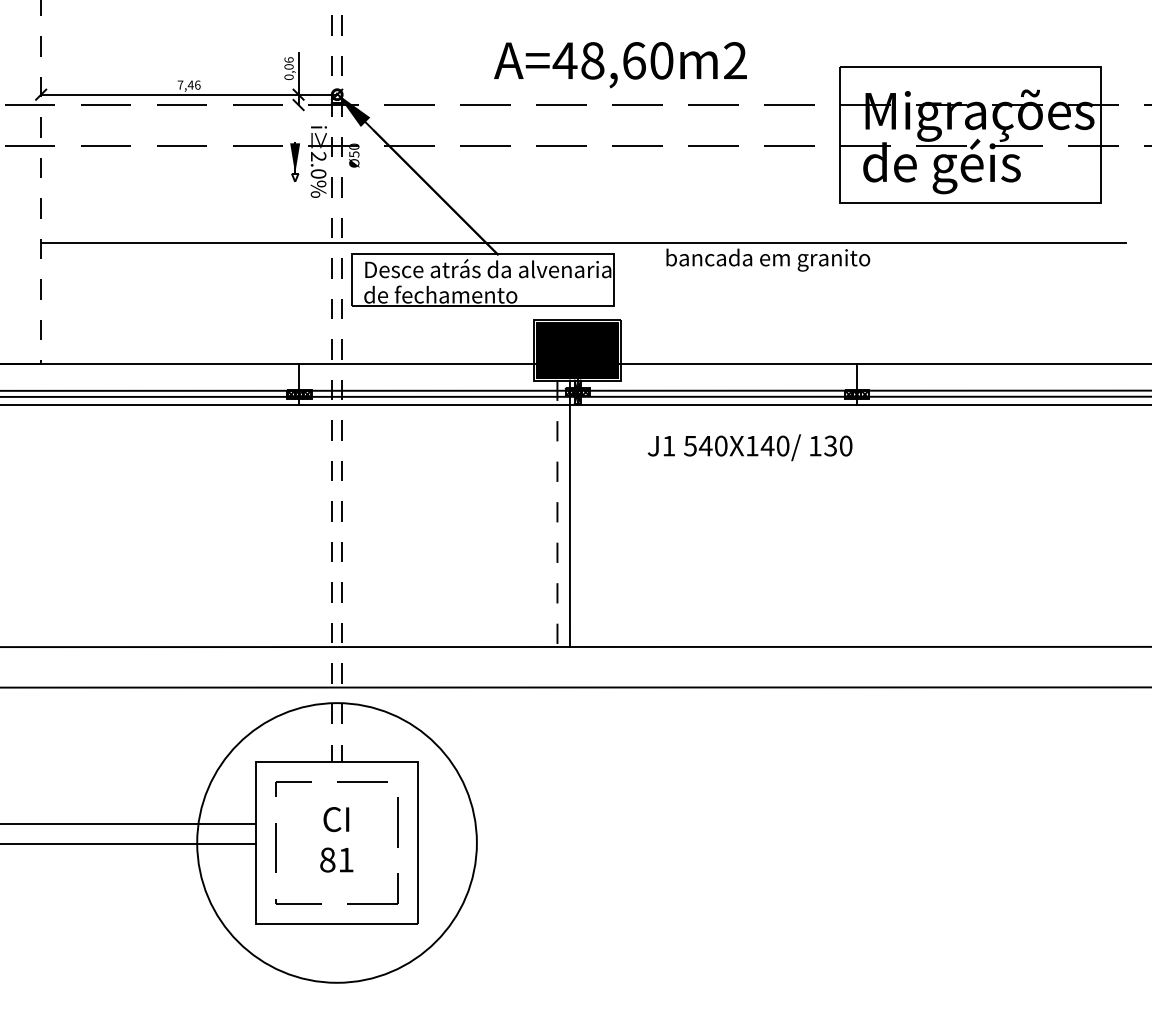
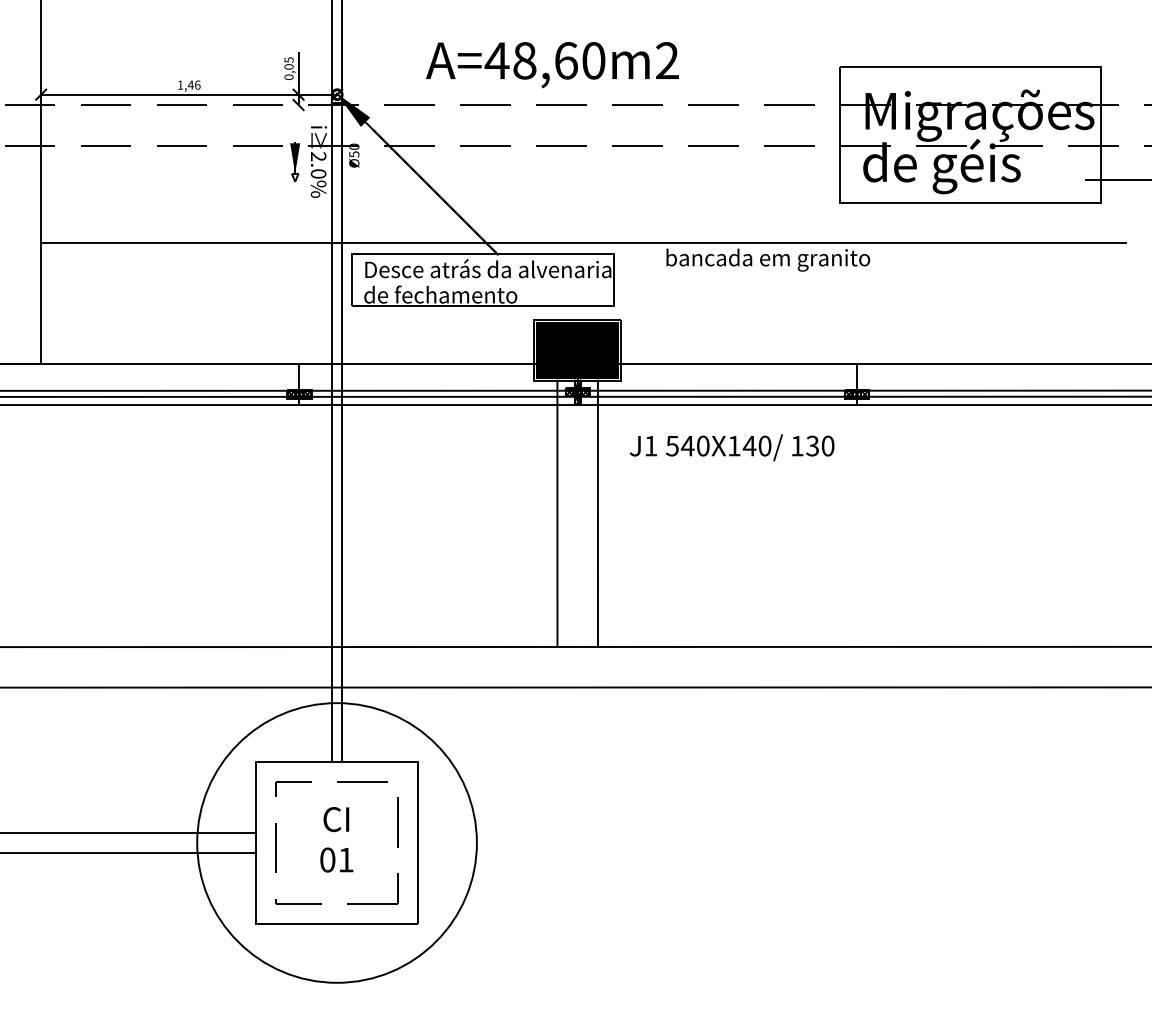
text at (288, 59): 0,06 -> 0,05
text at (620, 65) position: (620, 65) -> (552, 65)
text at (180, 84): 7,46 -> 1,46
line at (1117, 179): none -> present
line at (41, 182): dashed -> solid
line at (332, 380): dashed -> solid
line at (342, 380): dashed -> solid
text at (749, 447) position: (749, 447) -> (731, 447)
line at (569, 513) position: (569, 513) -> (597, 513)
line at (557, 514): dashed -> solid
line at (129, 823) position: (129, 823) -> (129, 832)
line at (129, 844) position: (129, 844) -> (129, 853)
text at (327, 860): 81 -> 01
